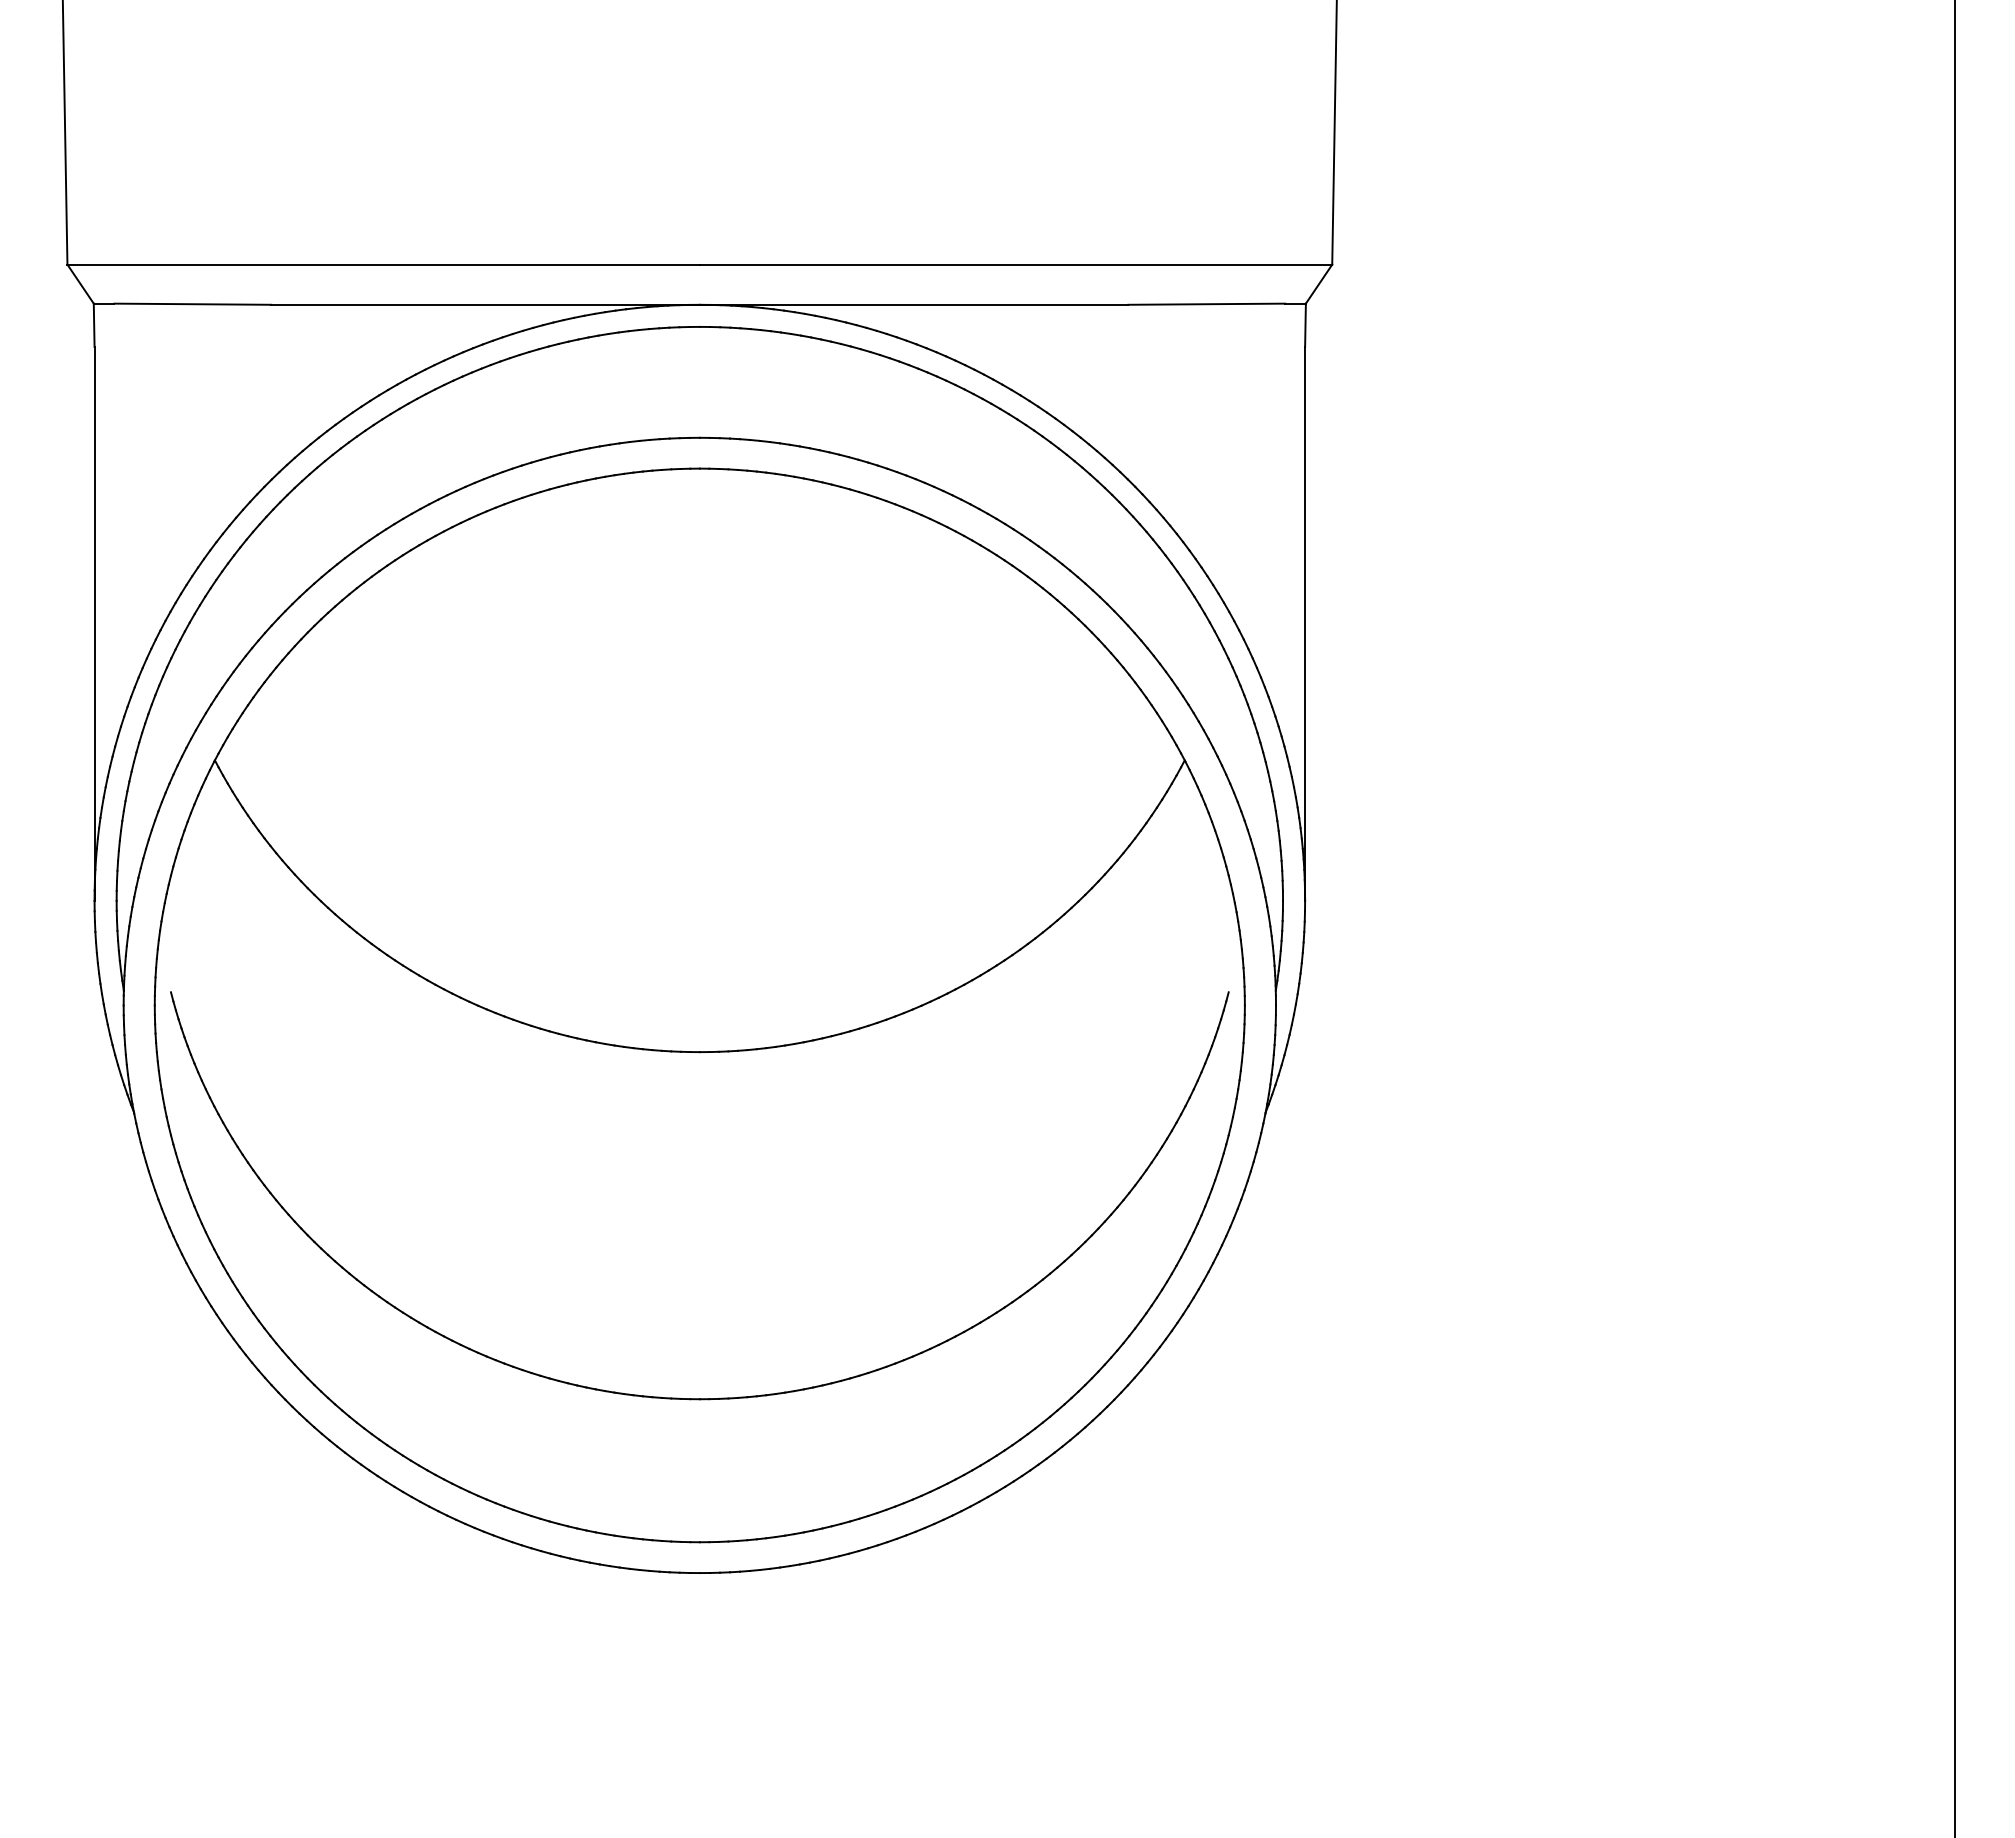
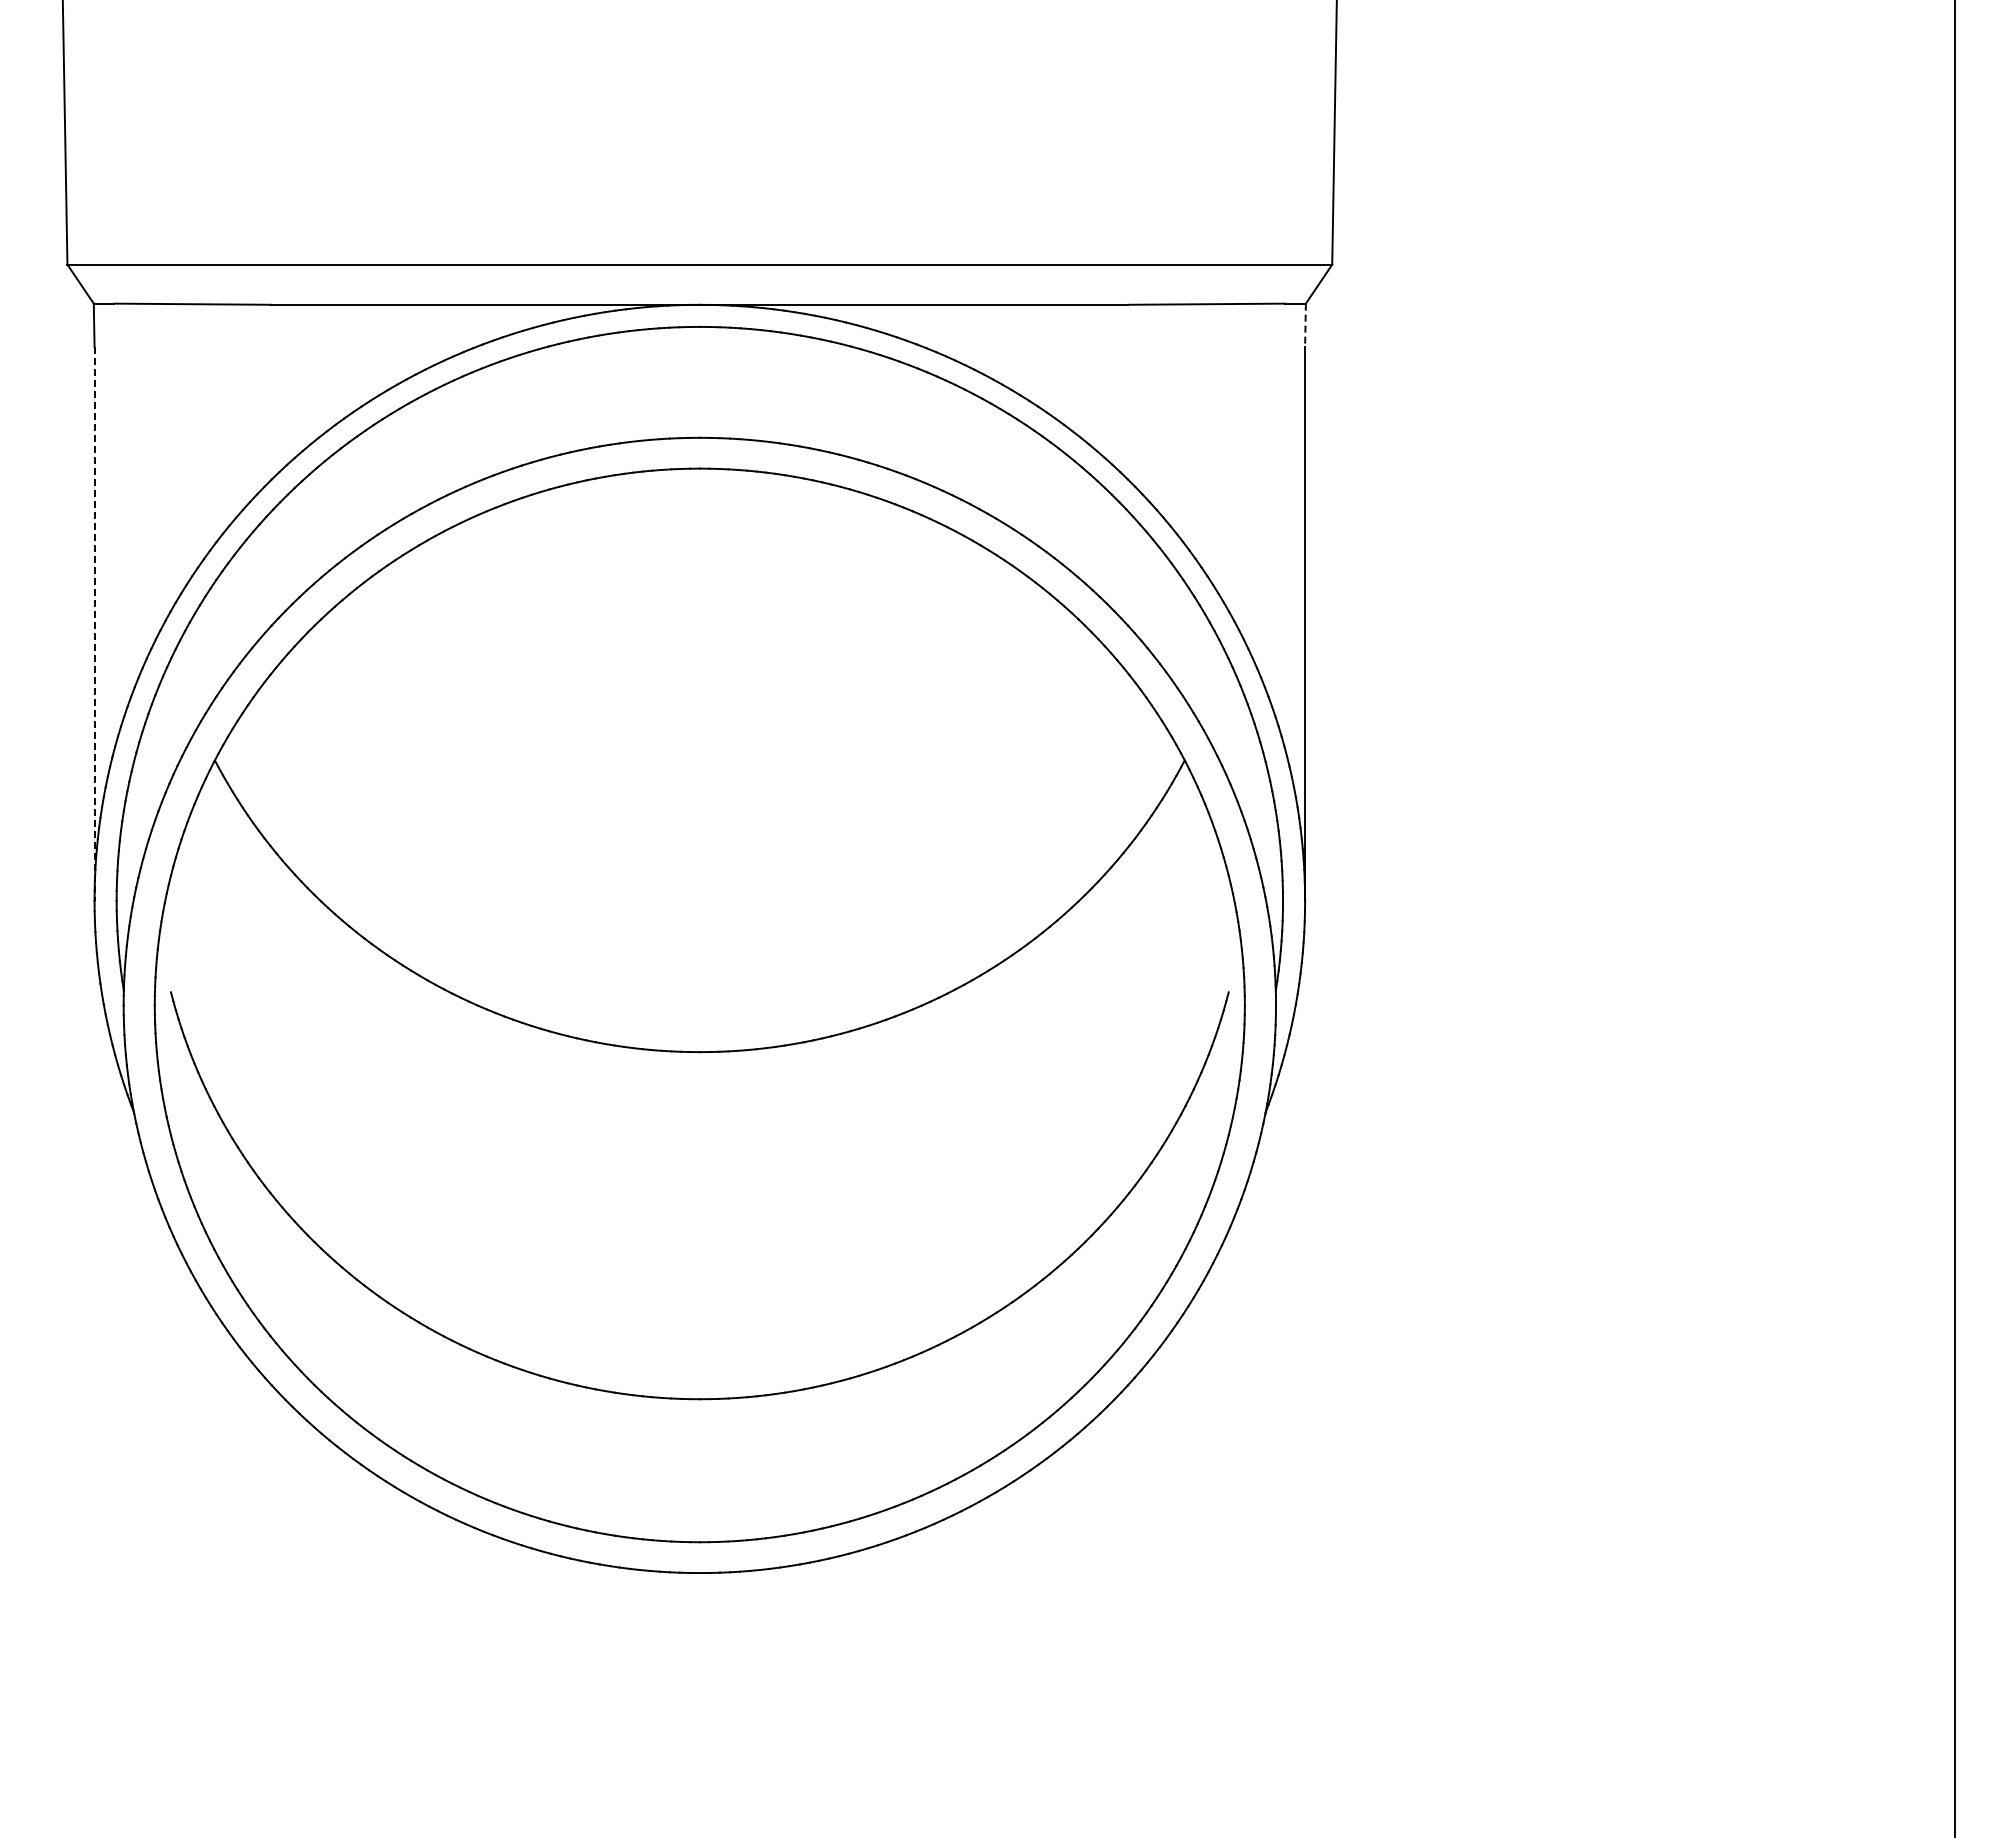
line at (1305, 325): solid -> dashed
line at (94, 623): solid -> dashed
